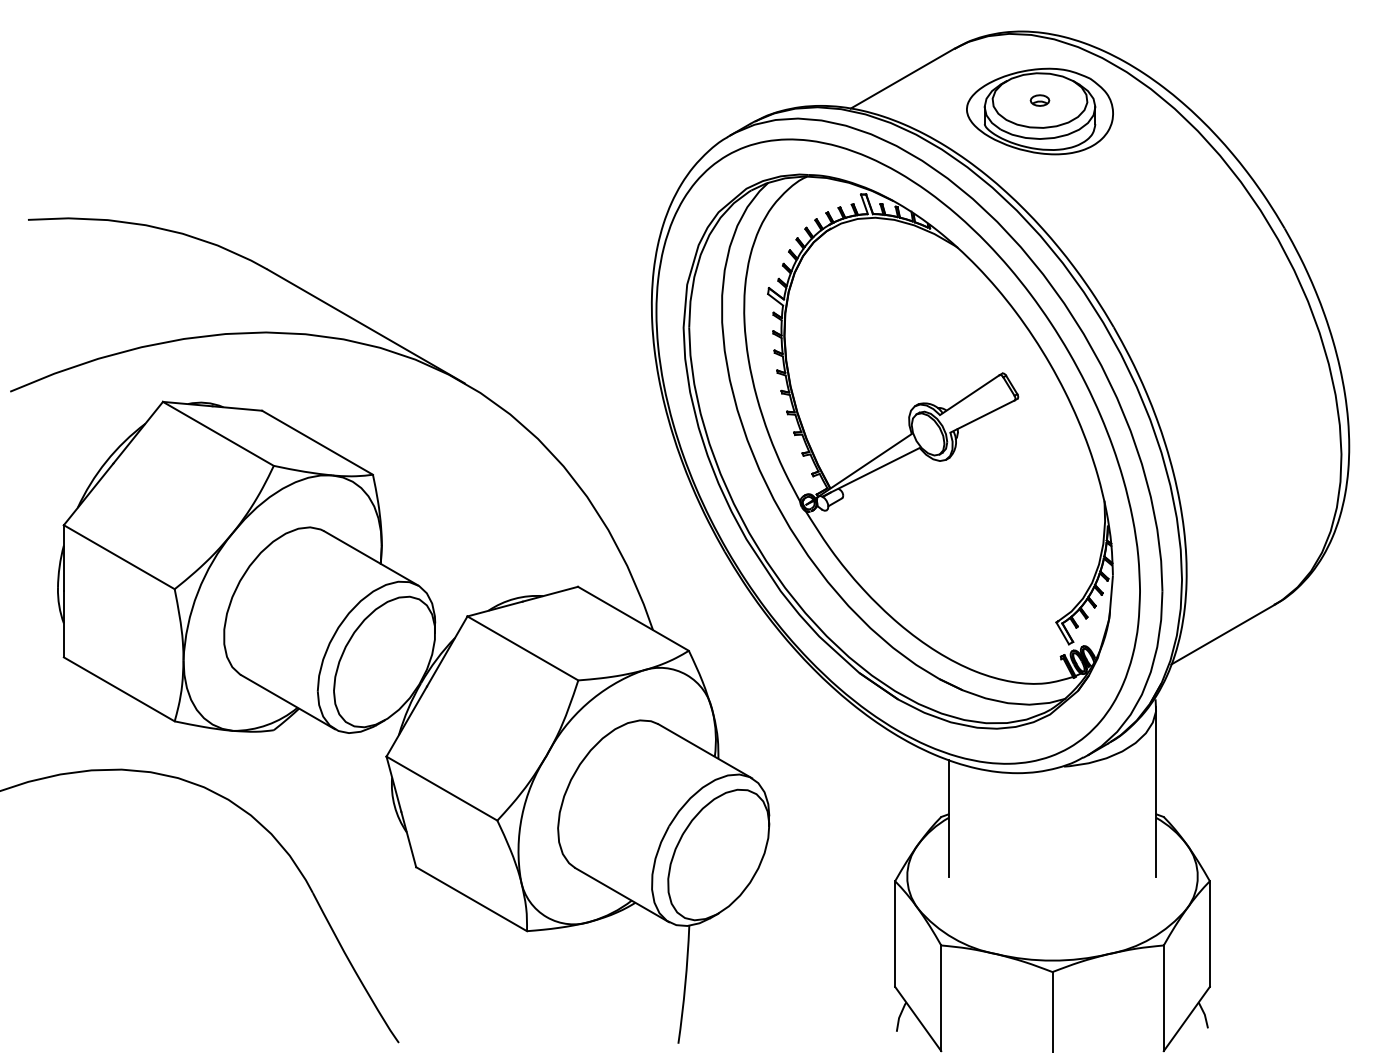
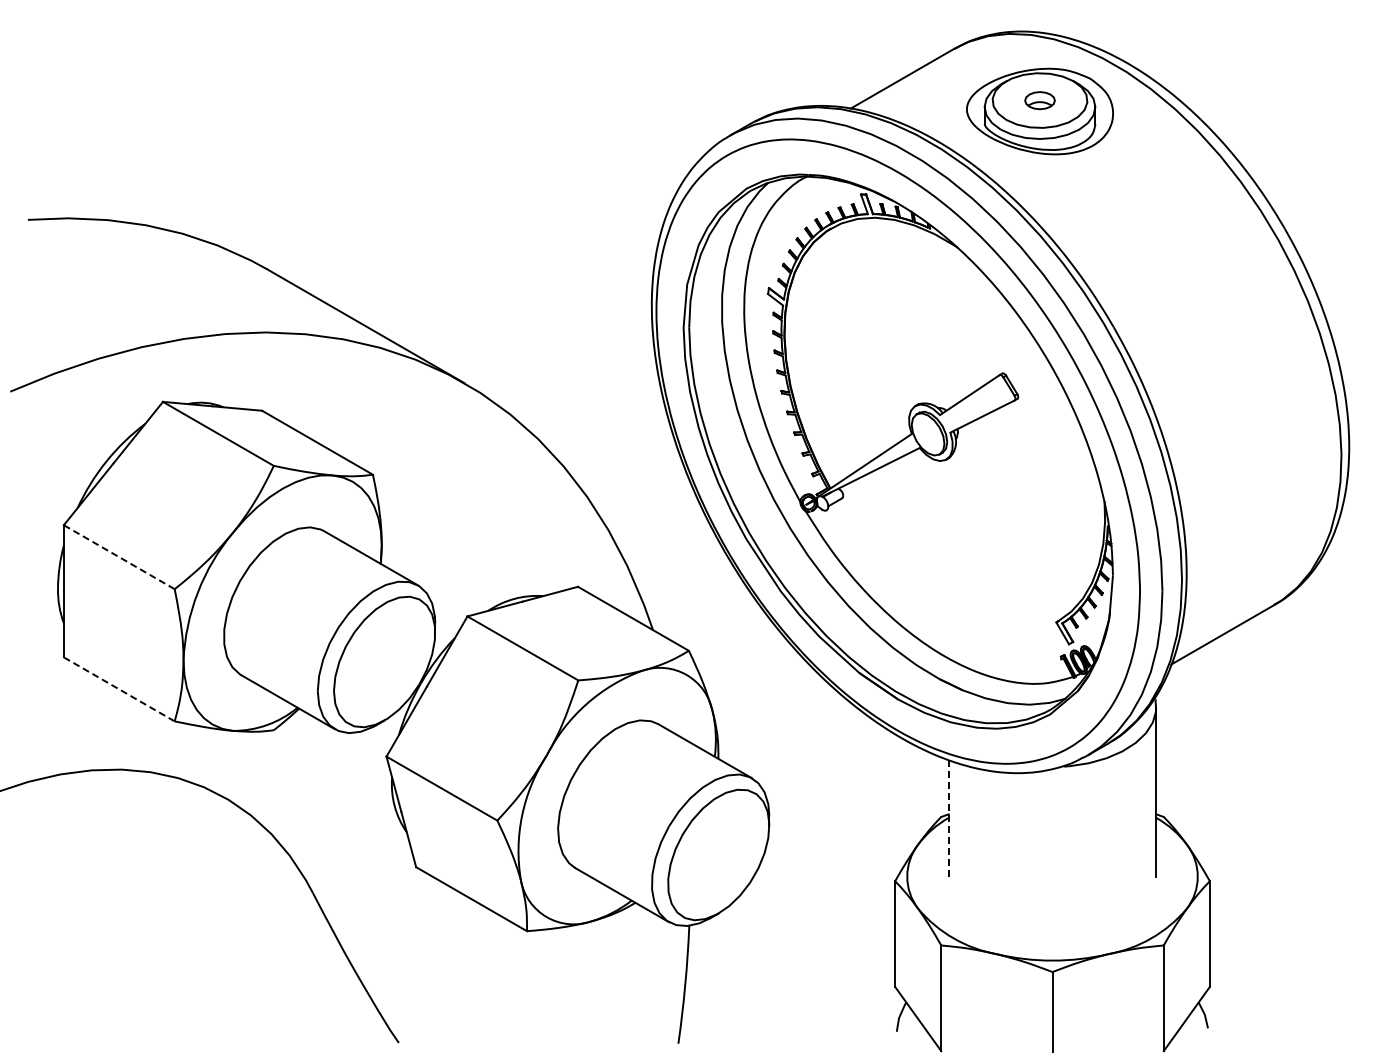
part at (1039, 100) size: 22x13 px -> 32x20 px
line at (119, 557): solid -> dashed
line at (119, 689): solid -> dashed
line at (948, 818): solid -> dashed
